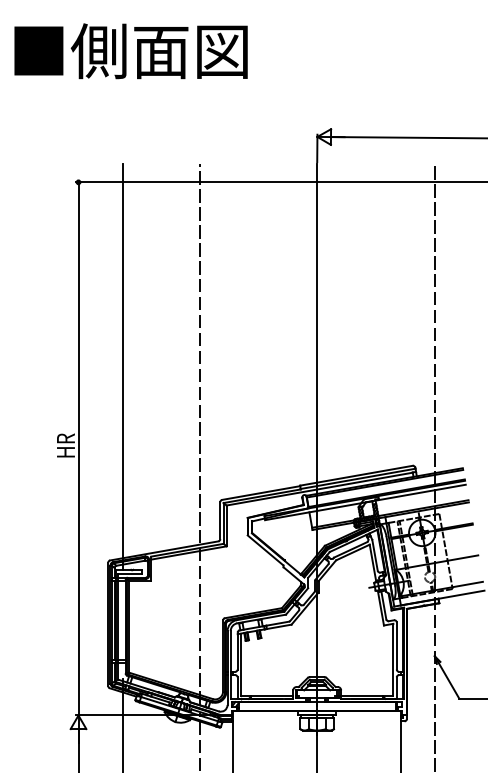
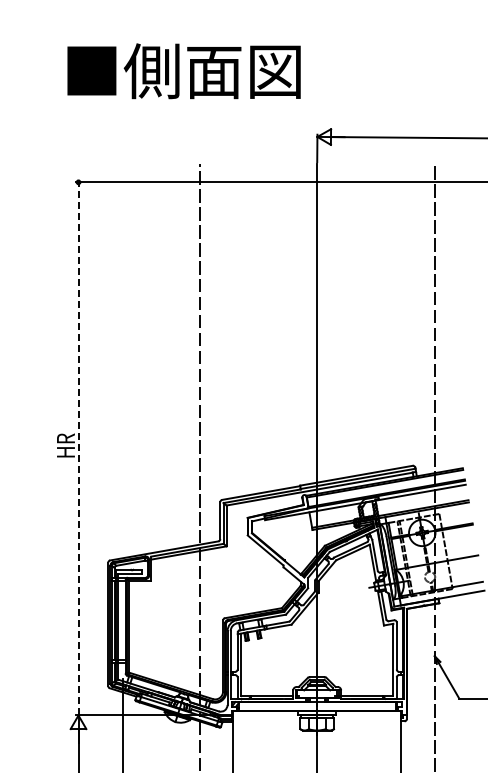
text at (130, 51) position: (130, 51) -> (183, 71)
line at (123, 366): present -> none
line at (78, 448): solid -> dashed
